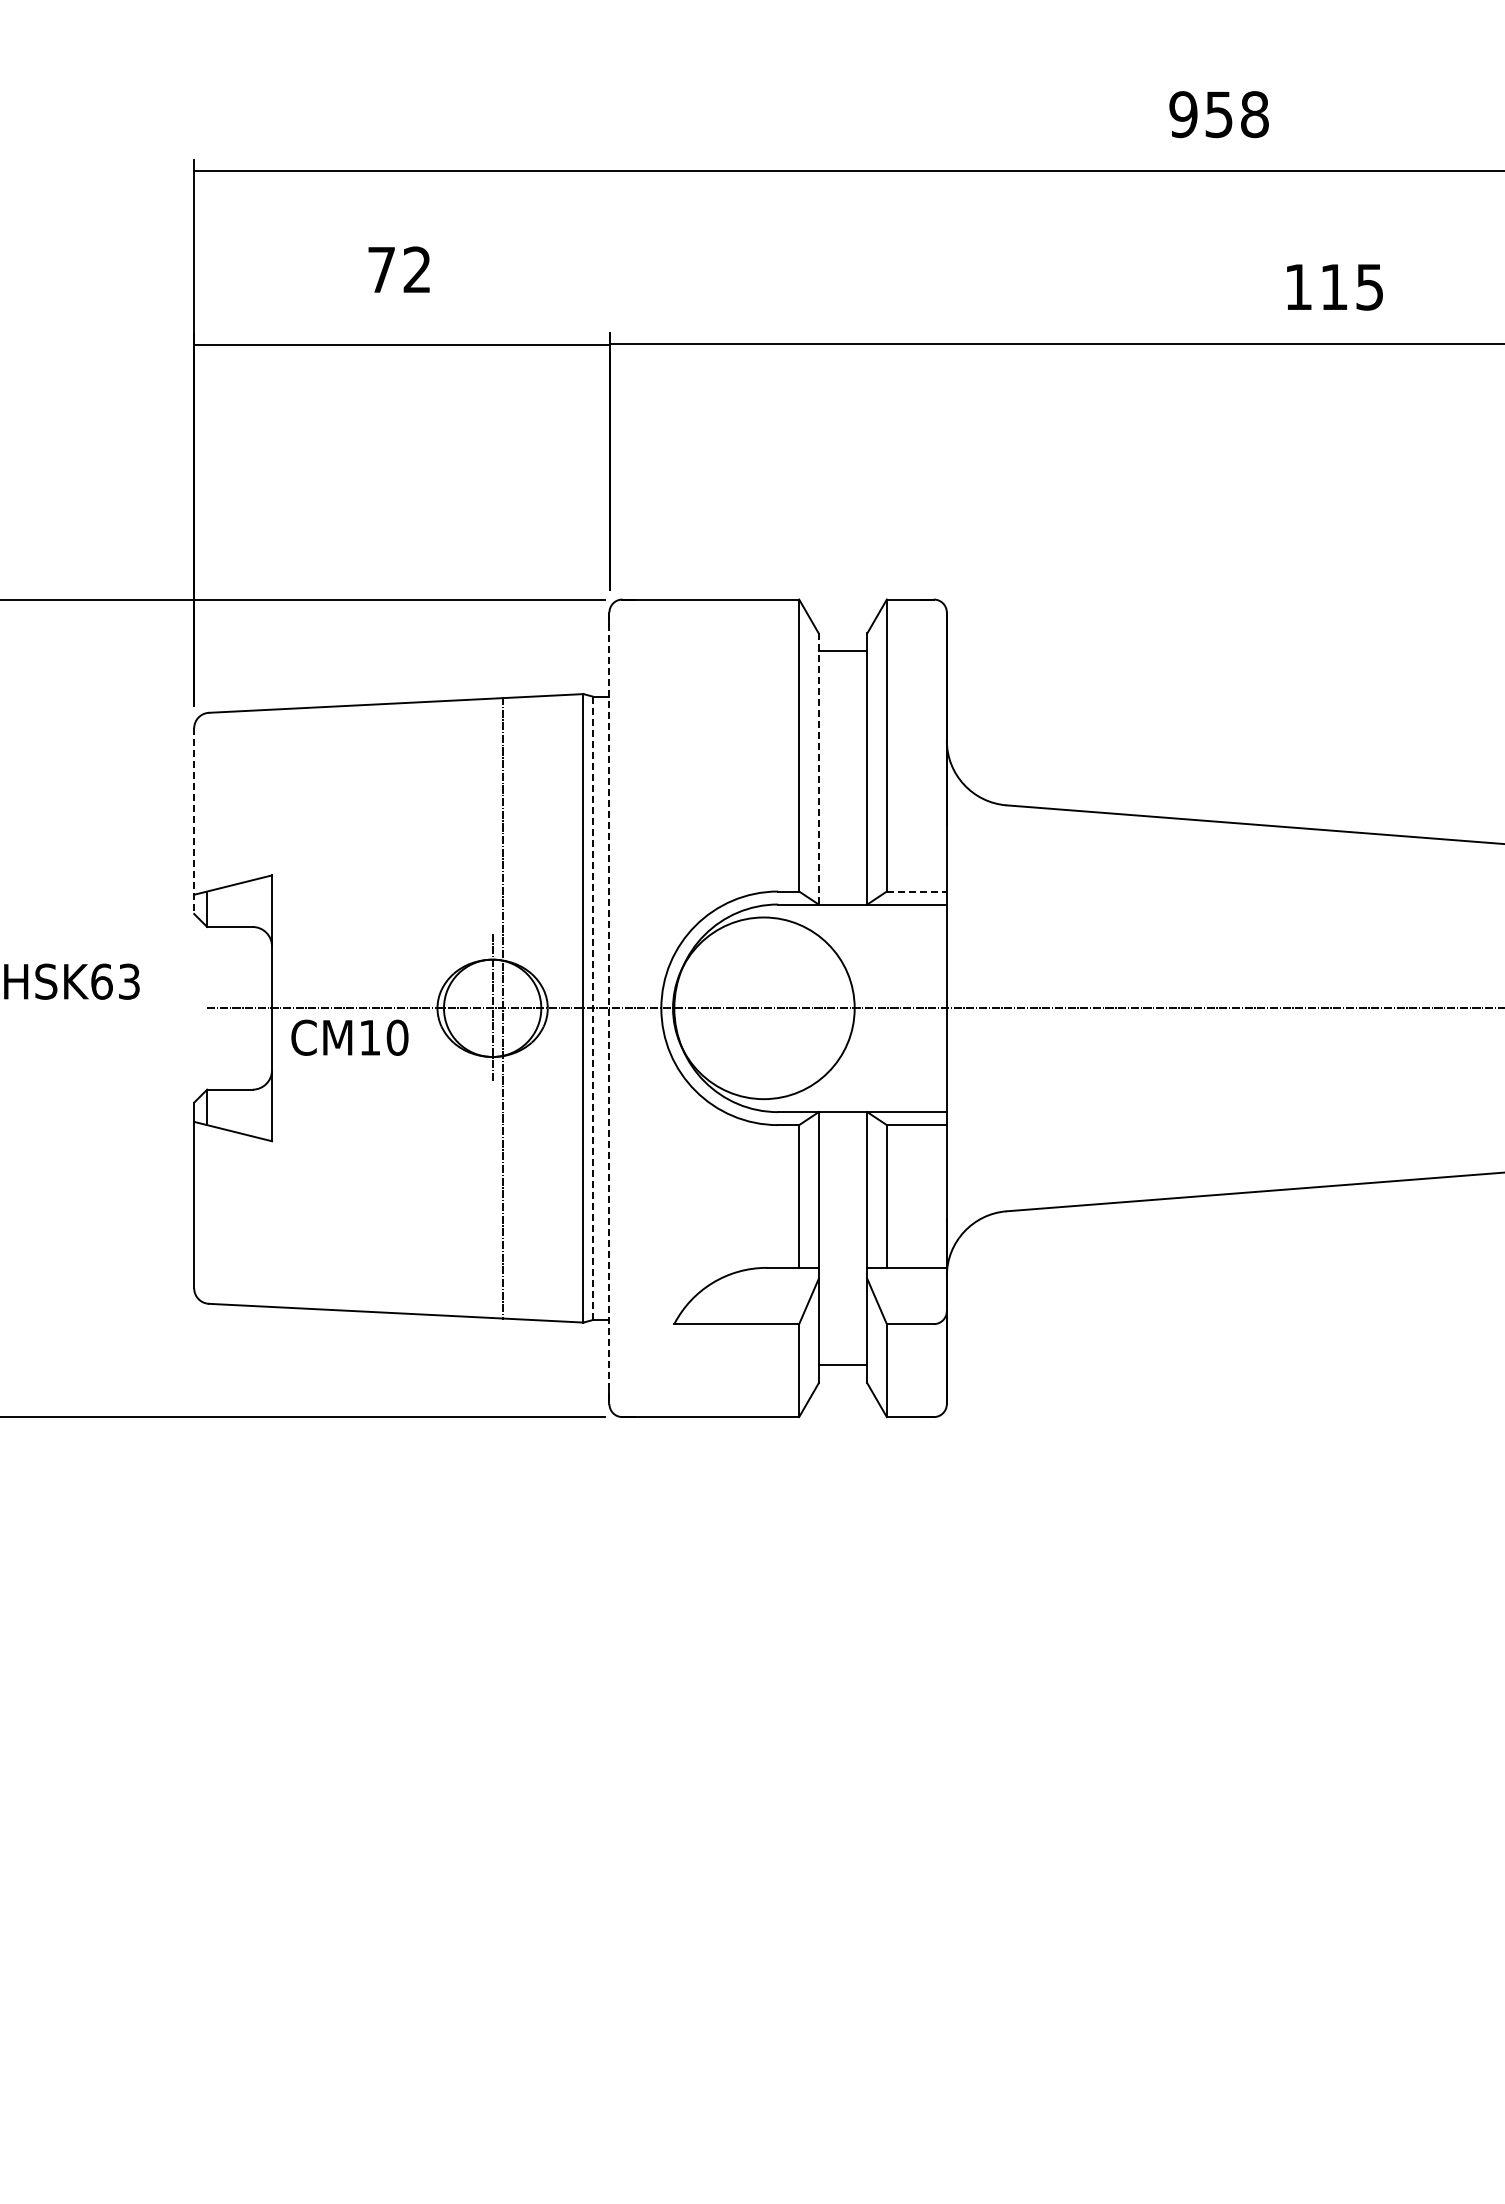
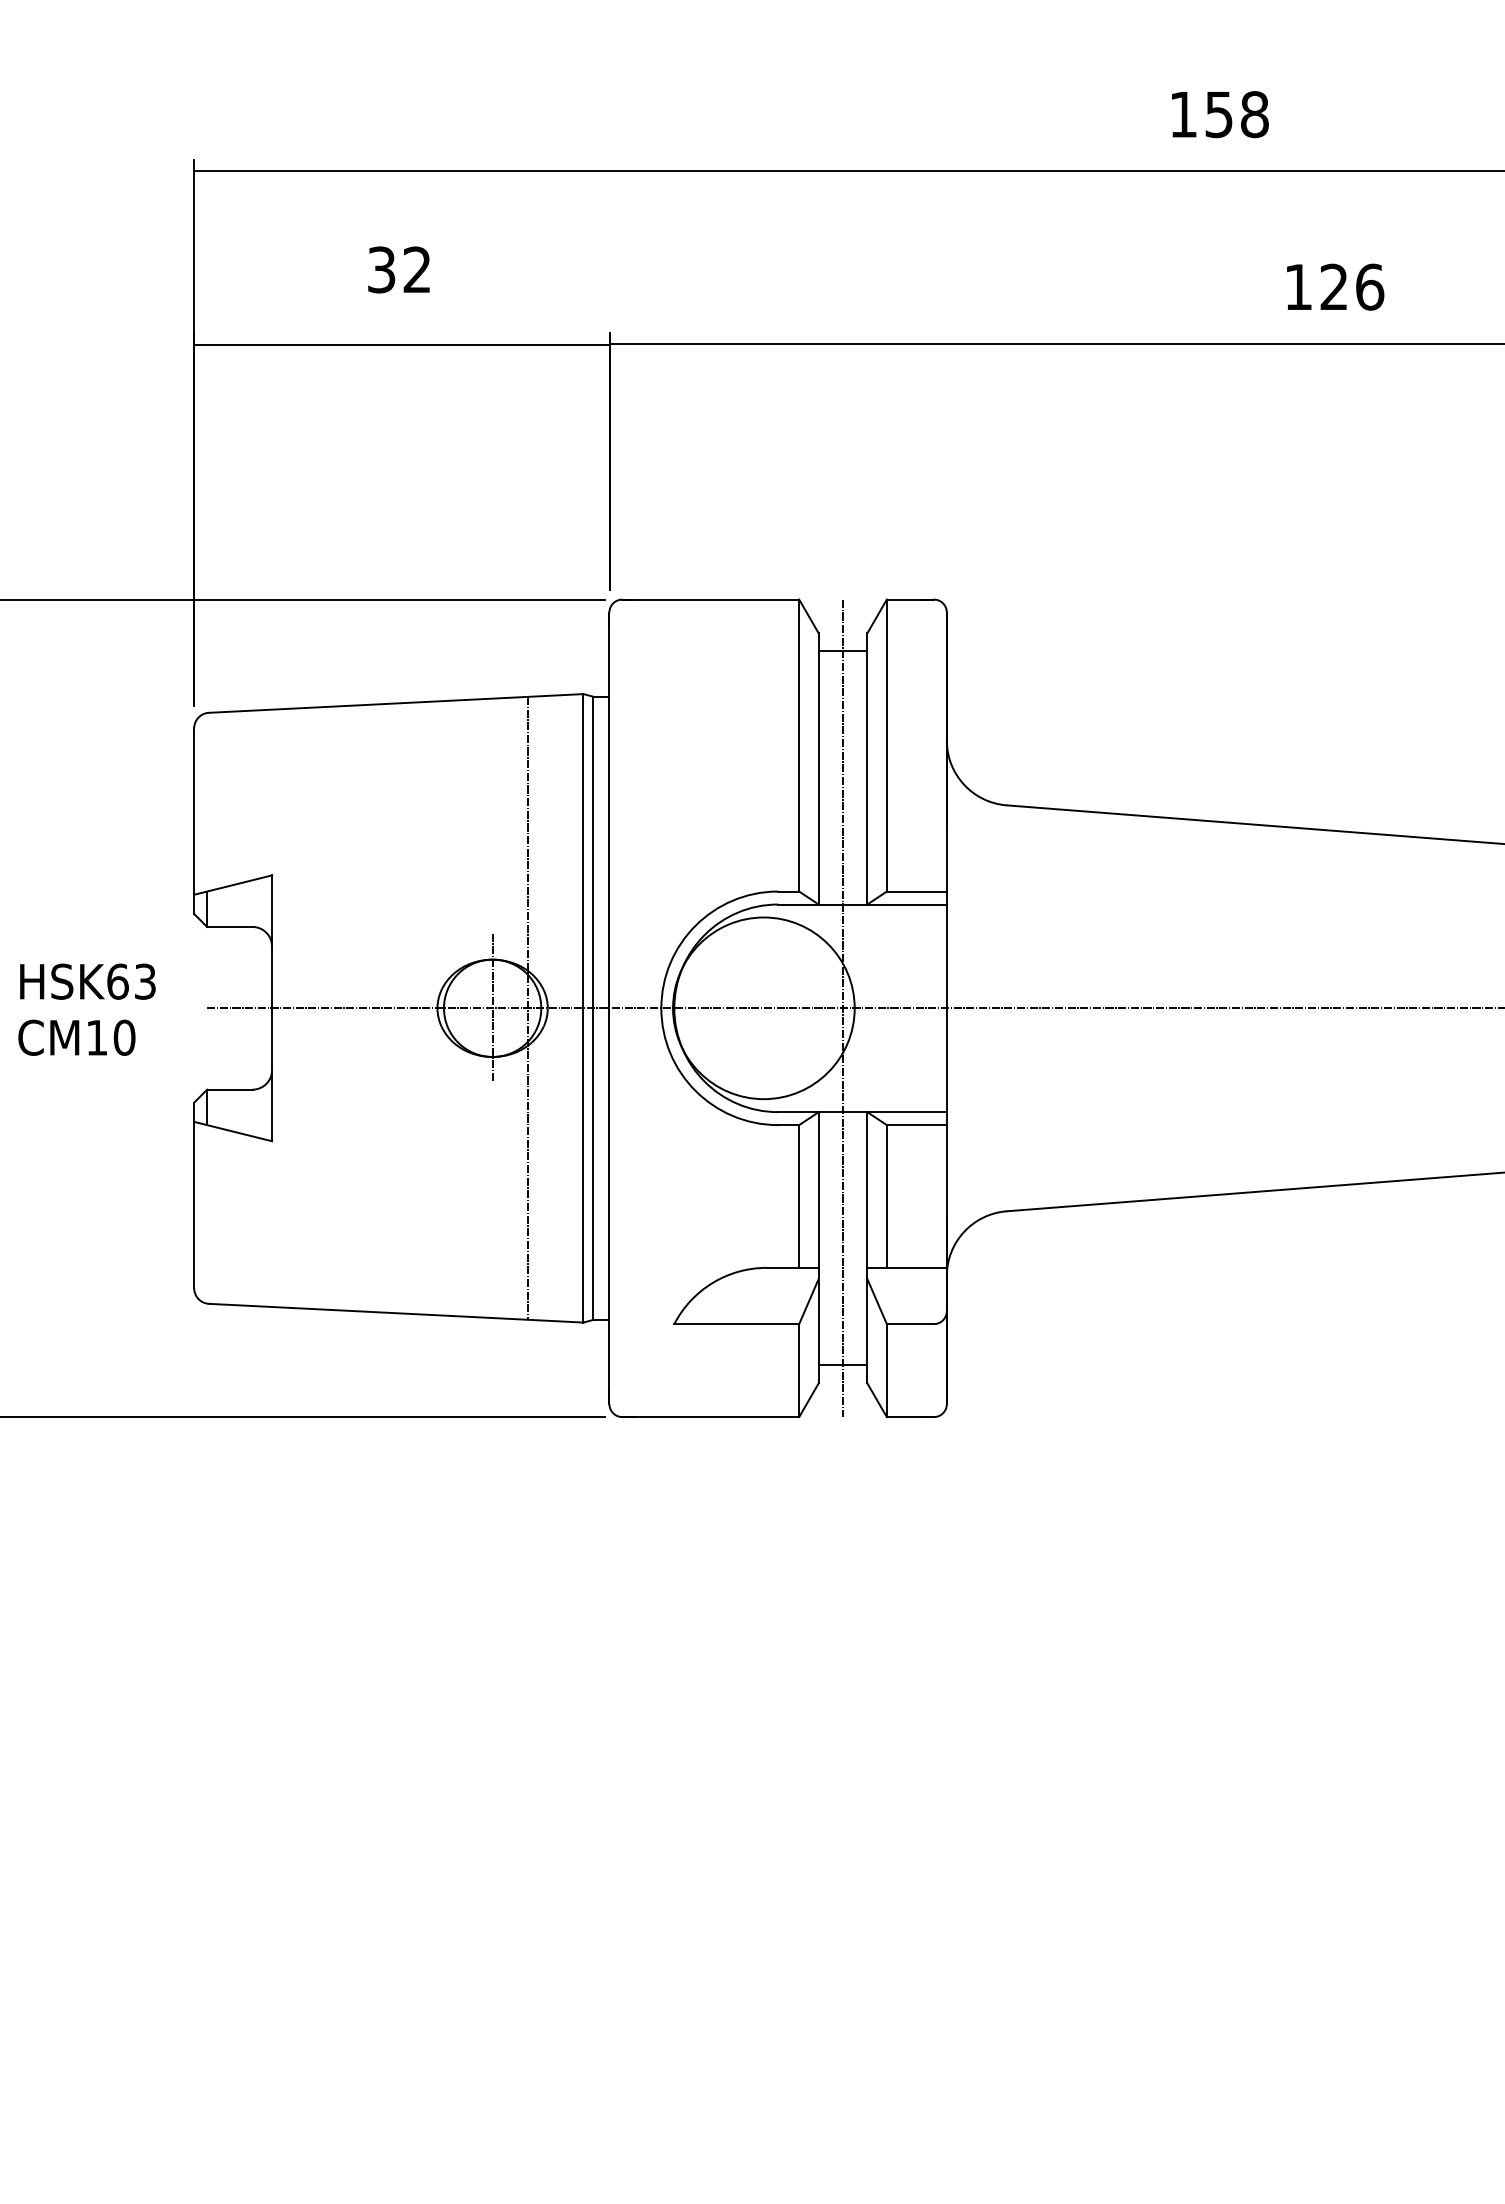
text at (1183, 114): 958 -> 158
text at (381, 269): 72 -> 32
text at (1352, 286): 115 -> 126
line at (818, 768): dashed -> solid
line at (194, 821): dashed -> solid
line at (916, 891): dashed -> solid
text at (71, 981) position: (71, 981) -> (87, 981)
line at (502, 1007) position: (502, 1007) -> (527, 1007)
line at (593, 1008): dashed -> solid
line at (609, 1008): dashed -> solid
line at (843, 1008): none -> present
text at (349, 1037) position: (349, 1037) -> (76, 1037)
